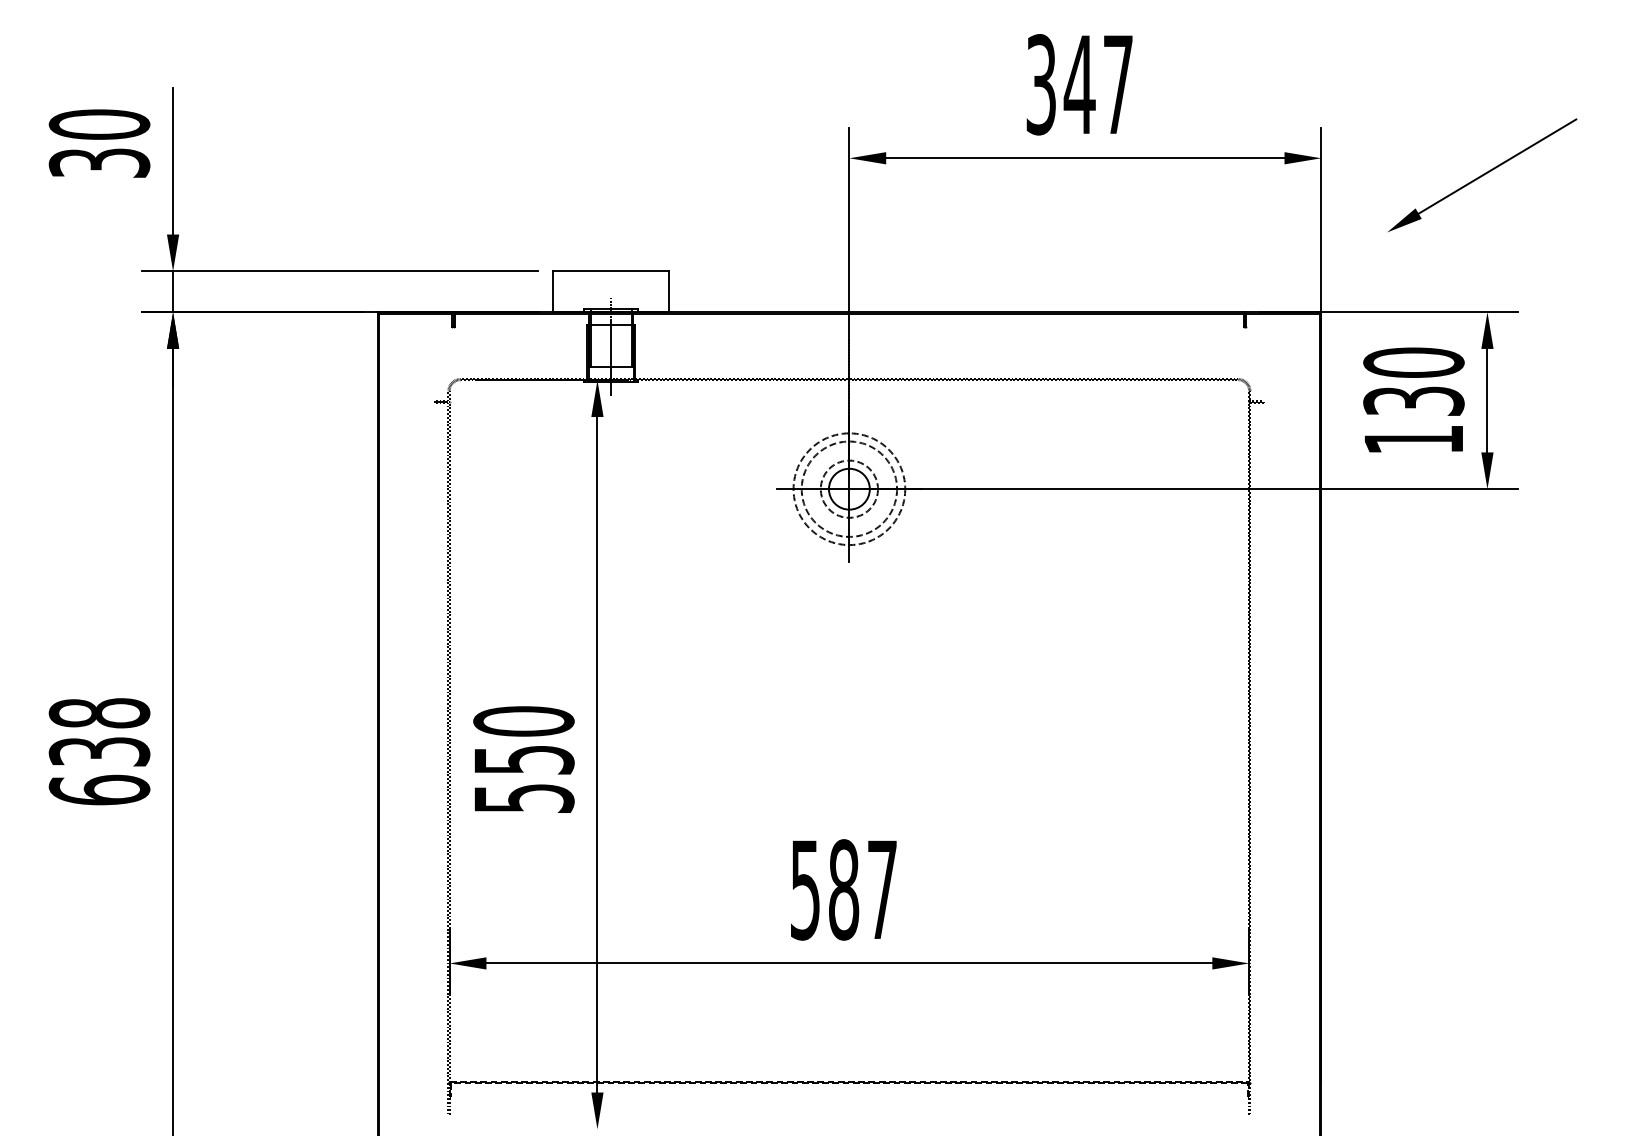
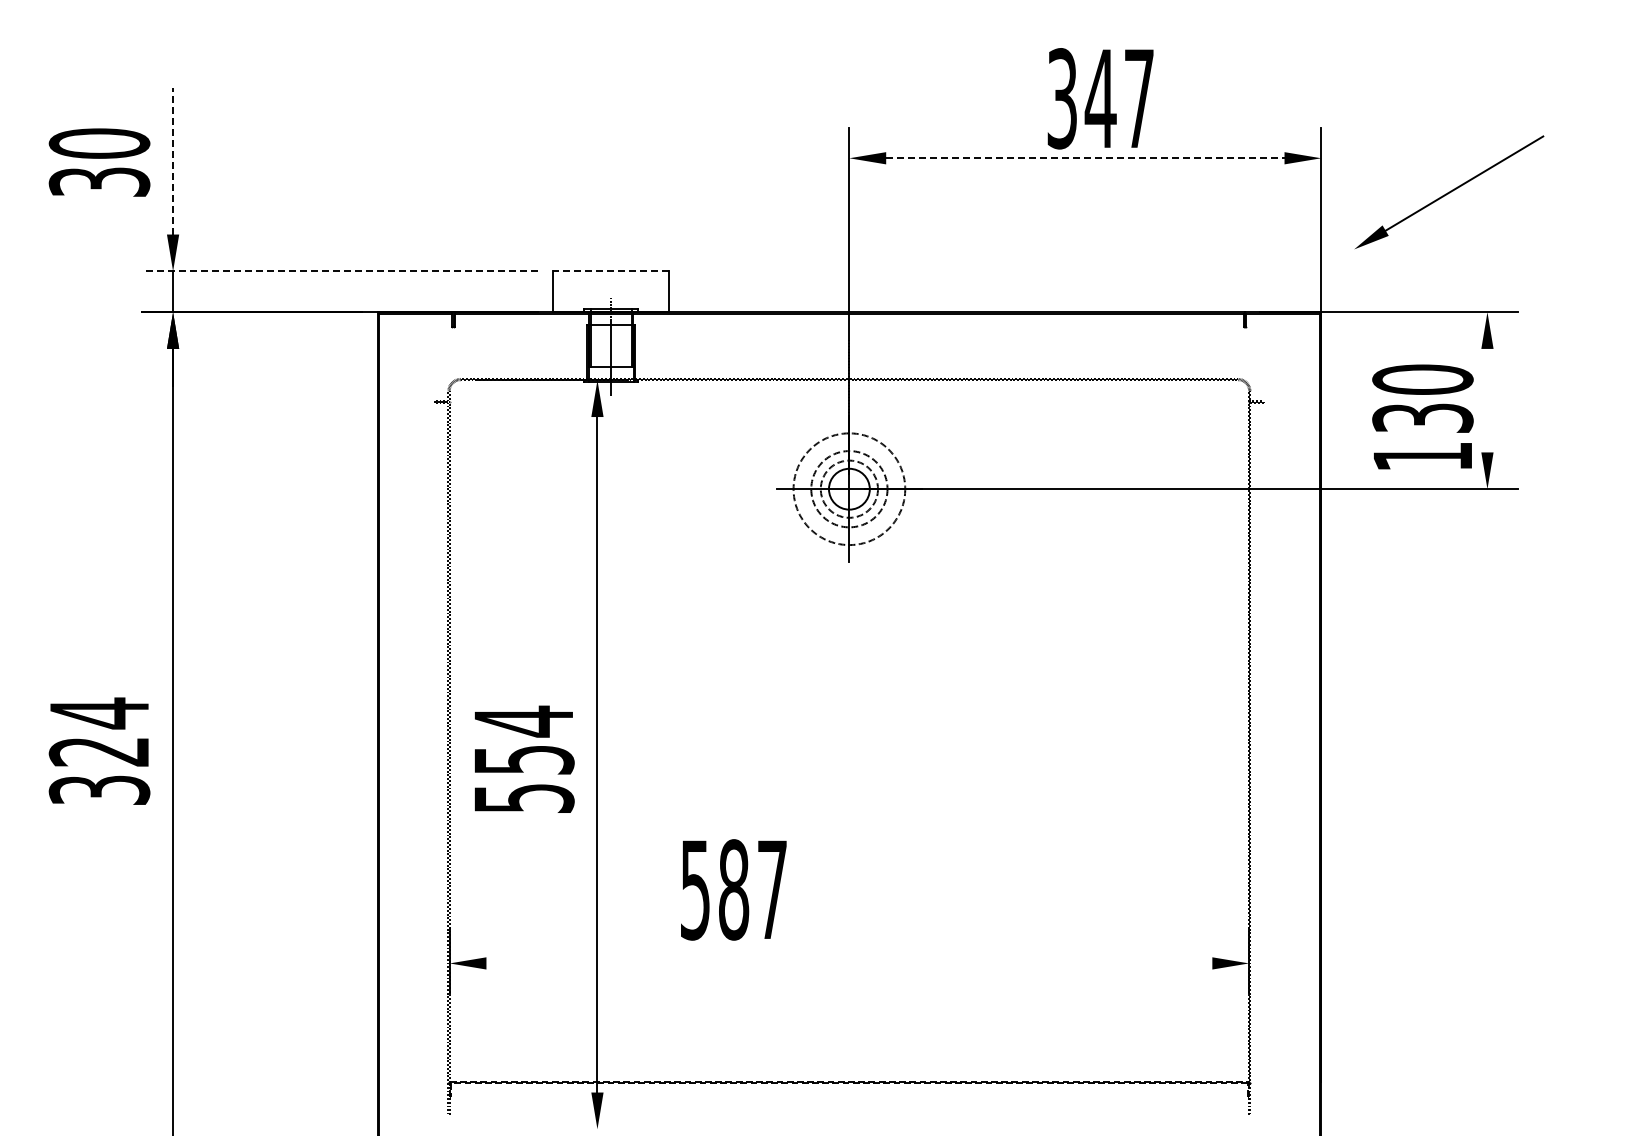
text at (1079, 84) position: (1079, 84) -> (1100, 98)
text at (99, 143) position: (99, 143) -> (99, 162)
line at (1085, 158): solid -> dashed
line at (173, 160): solid -> dashed
part at (1482, 175) position: (1482, 175) -> (1449, 192)
line at (340, 271): solid -> dashed
line at (611, 271): solid -> dashed
text at (1413, 399) position: (1413, 399) -> (1422, 416)
line at (1487, 400): present -> none
circle at (849, 488) diameter: 95 px -> 76 px
text at (523, 721): 550 -> 554
text at (99, 751): 638 -> 324
text at (843, 889) position: (843, 889) -> (733, 889)
line at (849, 963): present -> none
